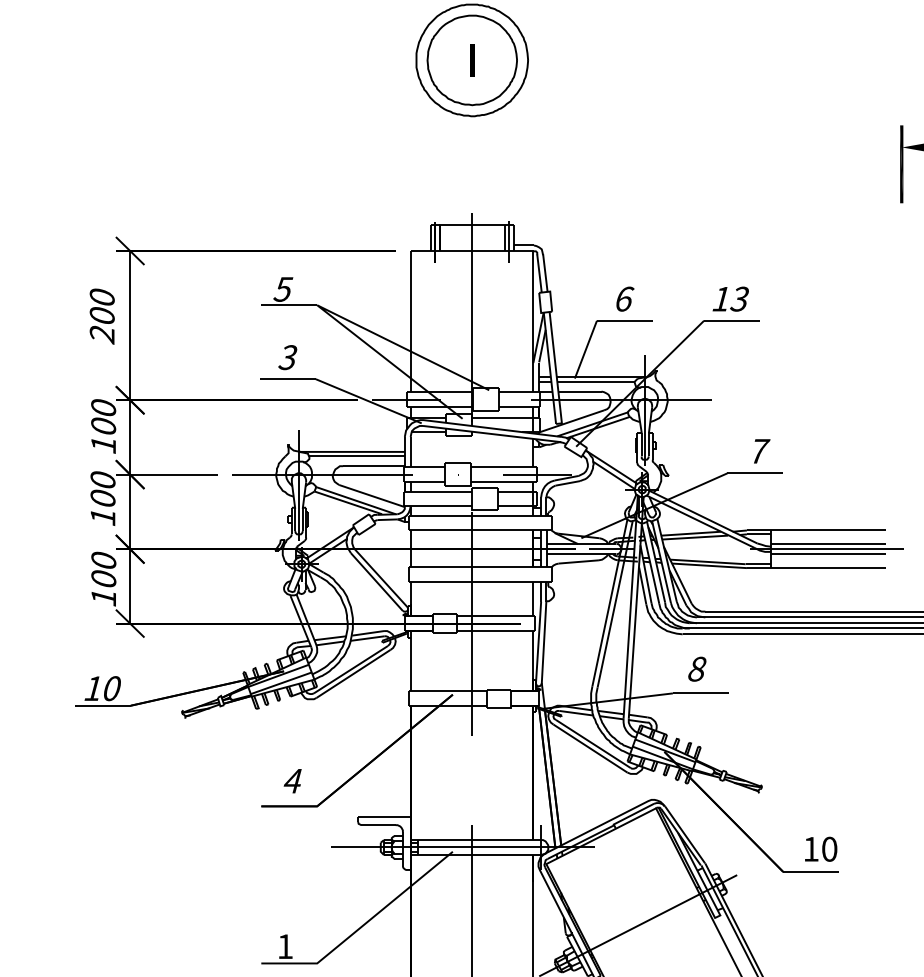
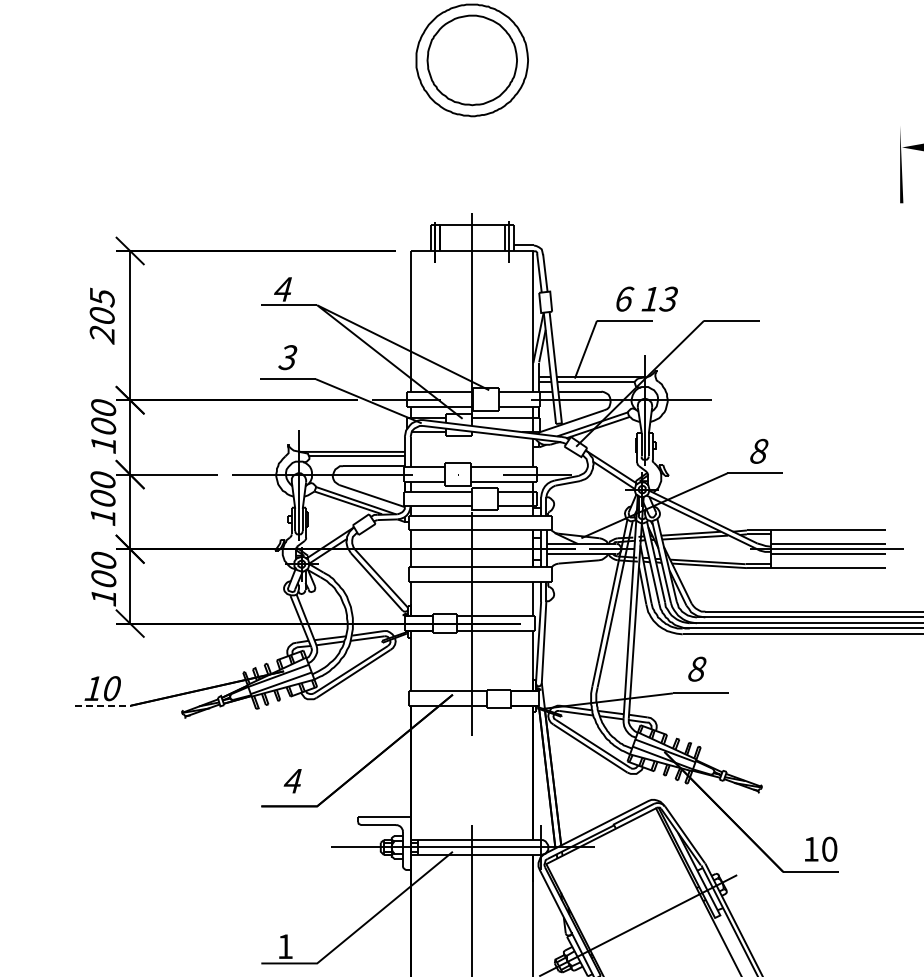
fill at (472, 60): present -> none
fill at (901, 164): present -> none
text at (283, 289): 5 -> 4
text at (101, 297): 200 -> 205
text at (730, 298) position: (730, 298) -> (659, 298)
text at (760, 450): 7 -> 8
line at (102, 705): solid -> dashed
